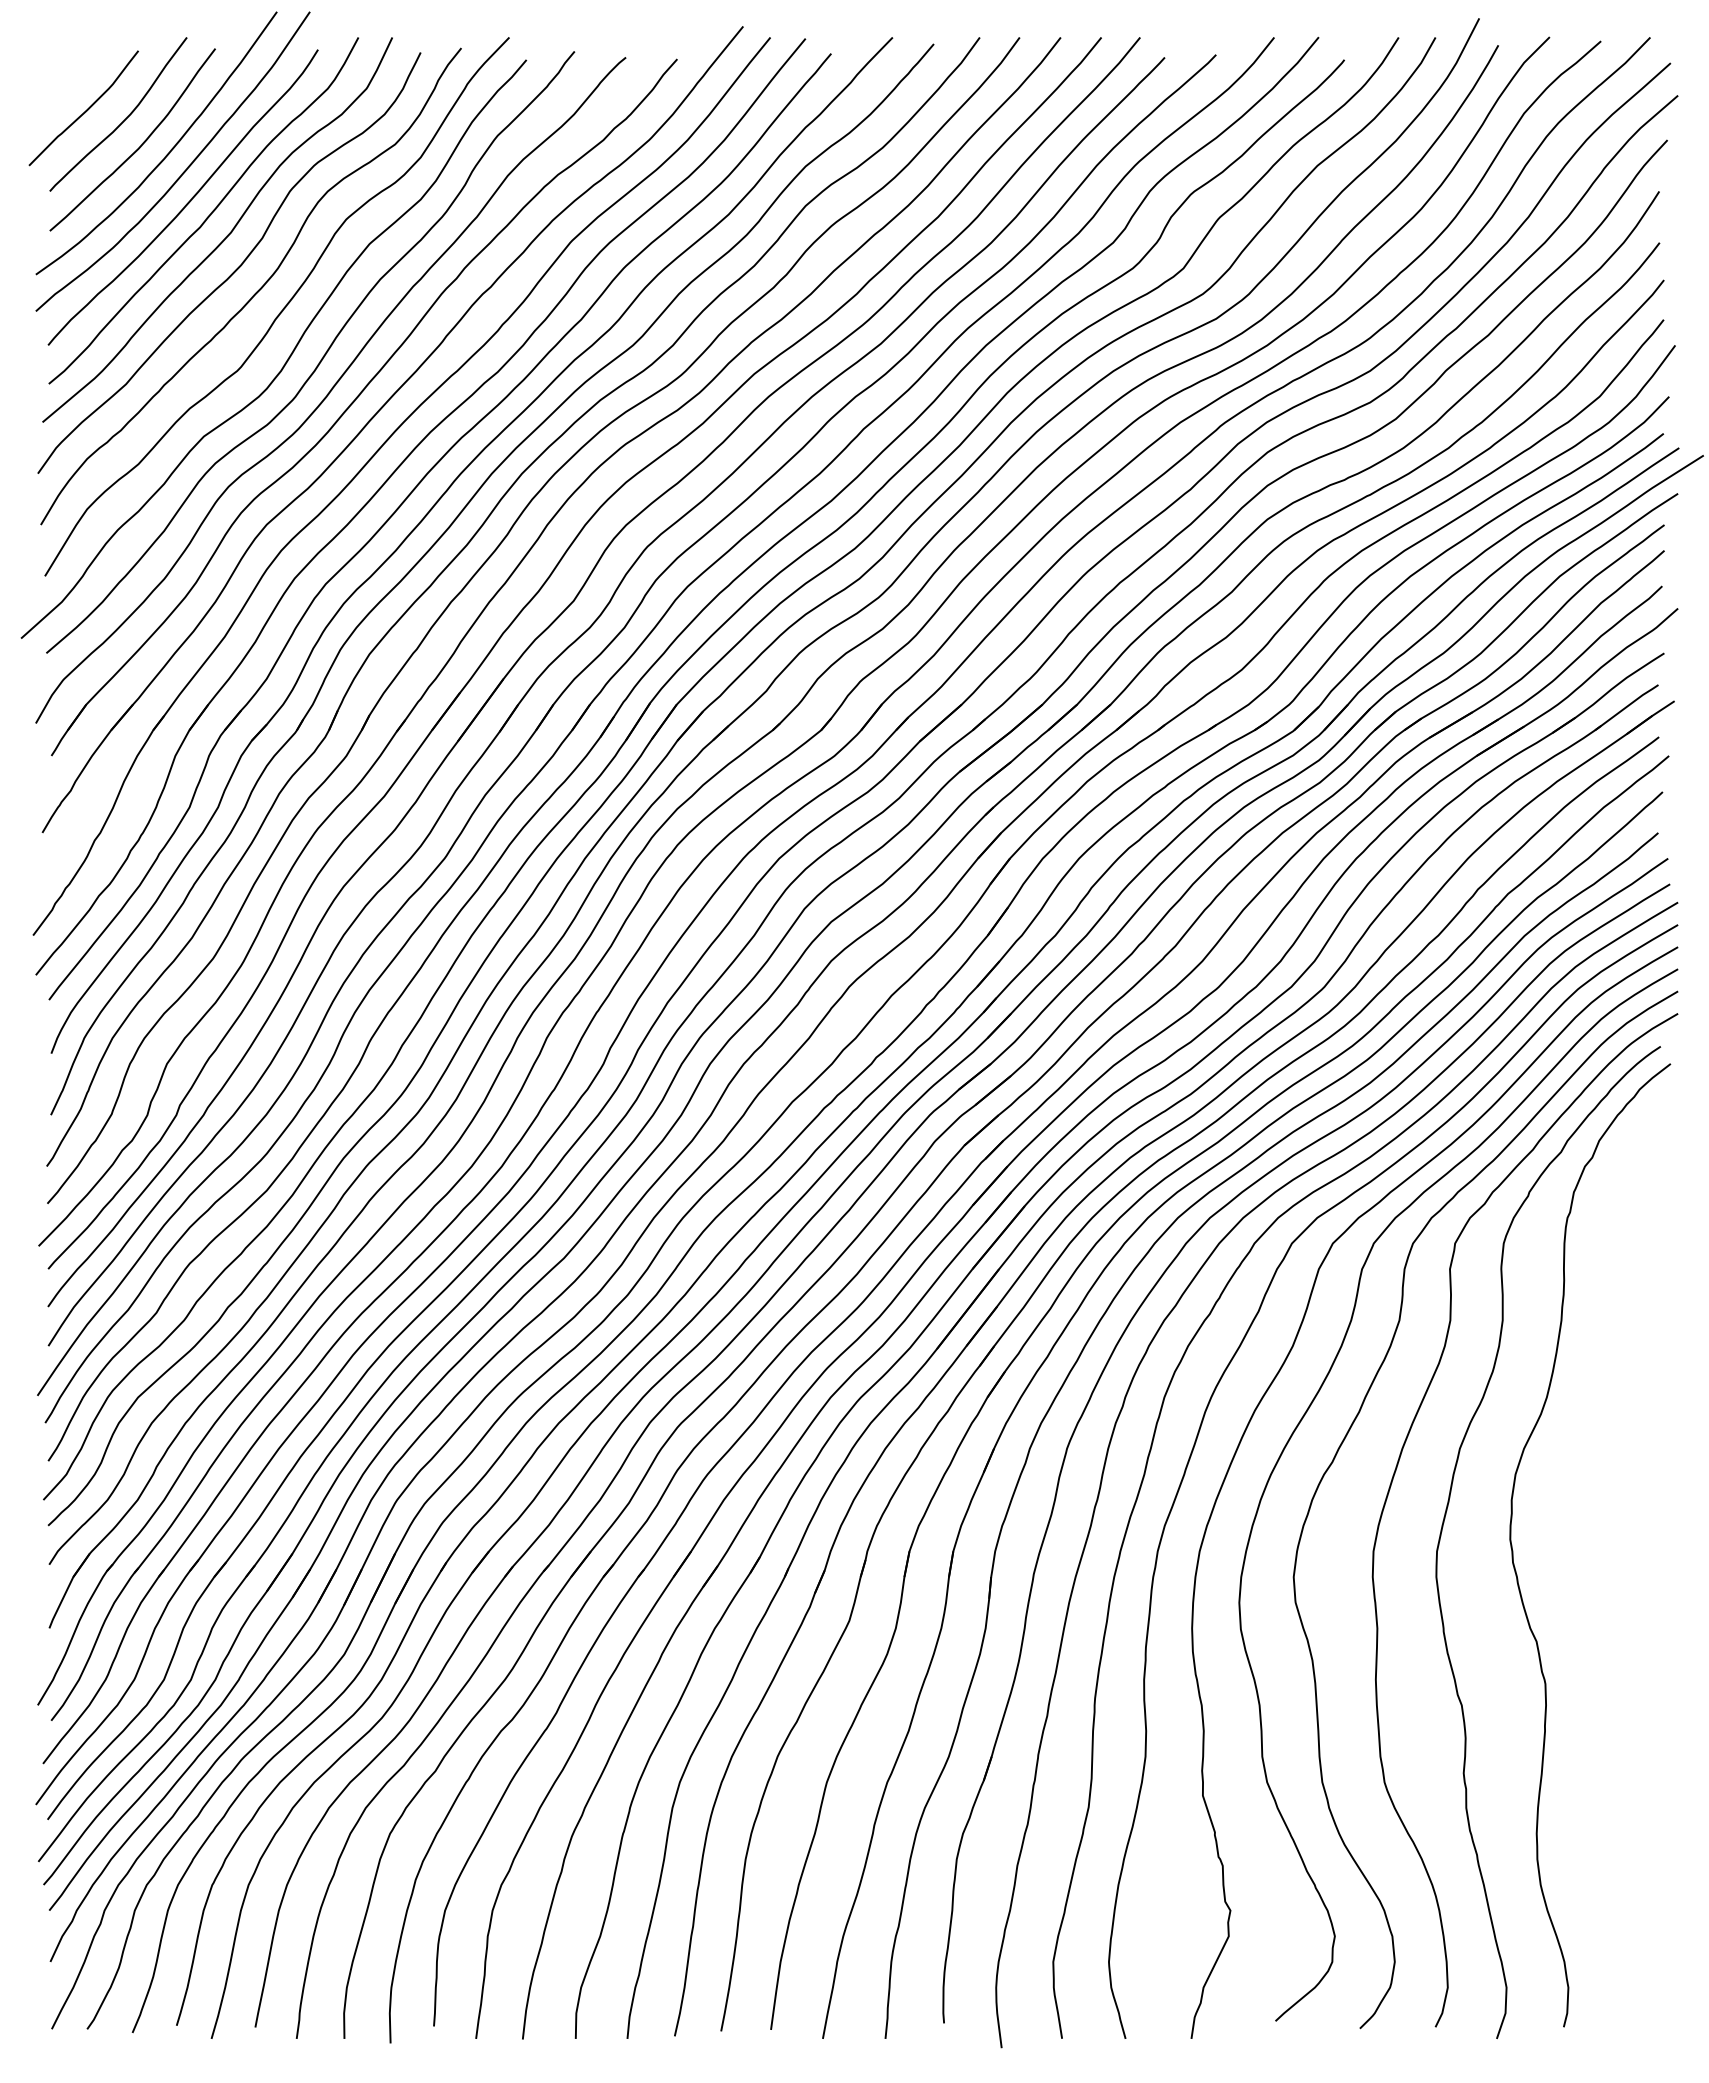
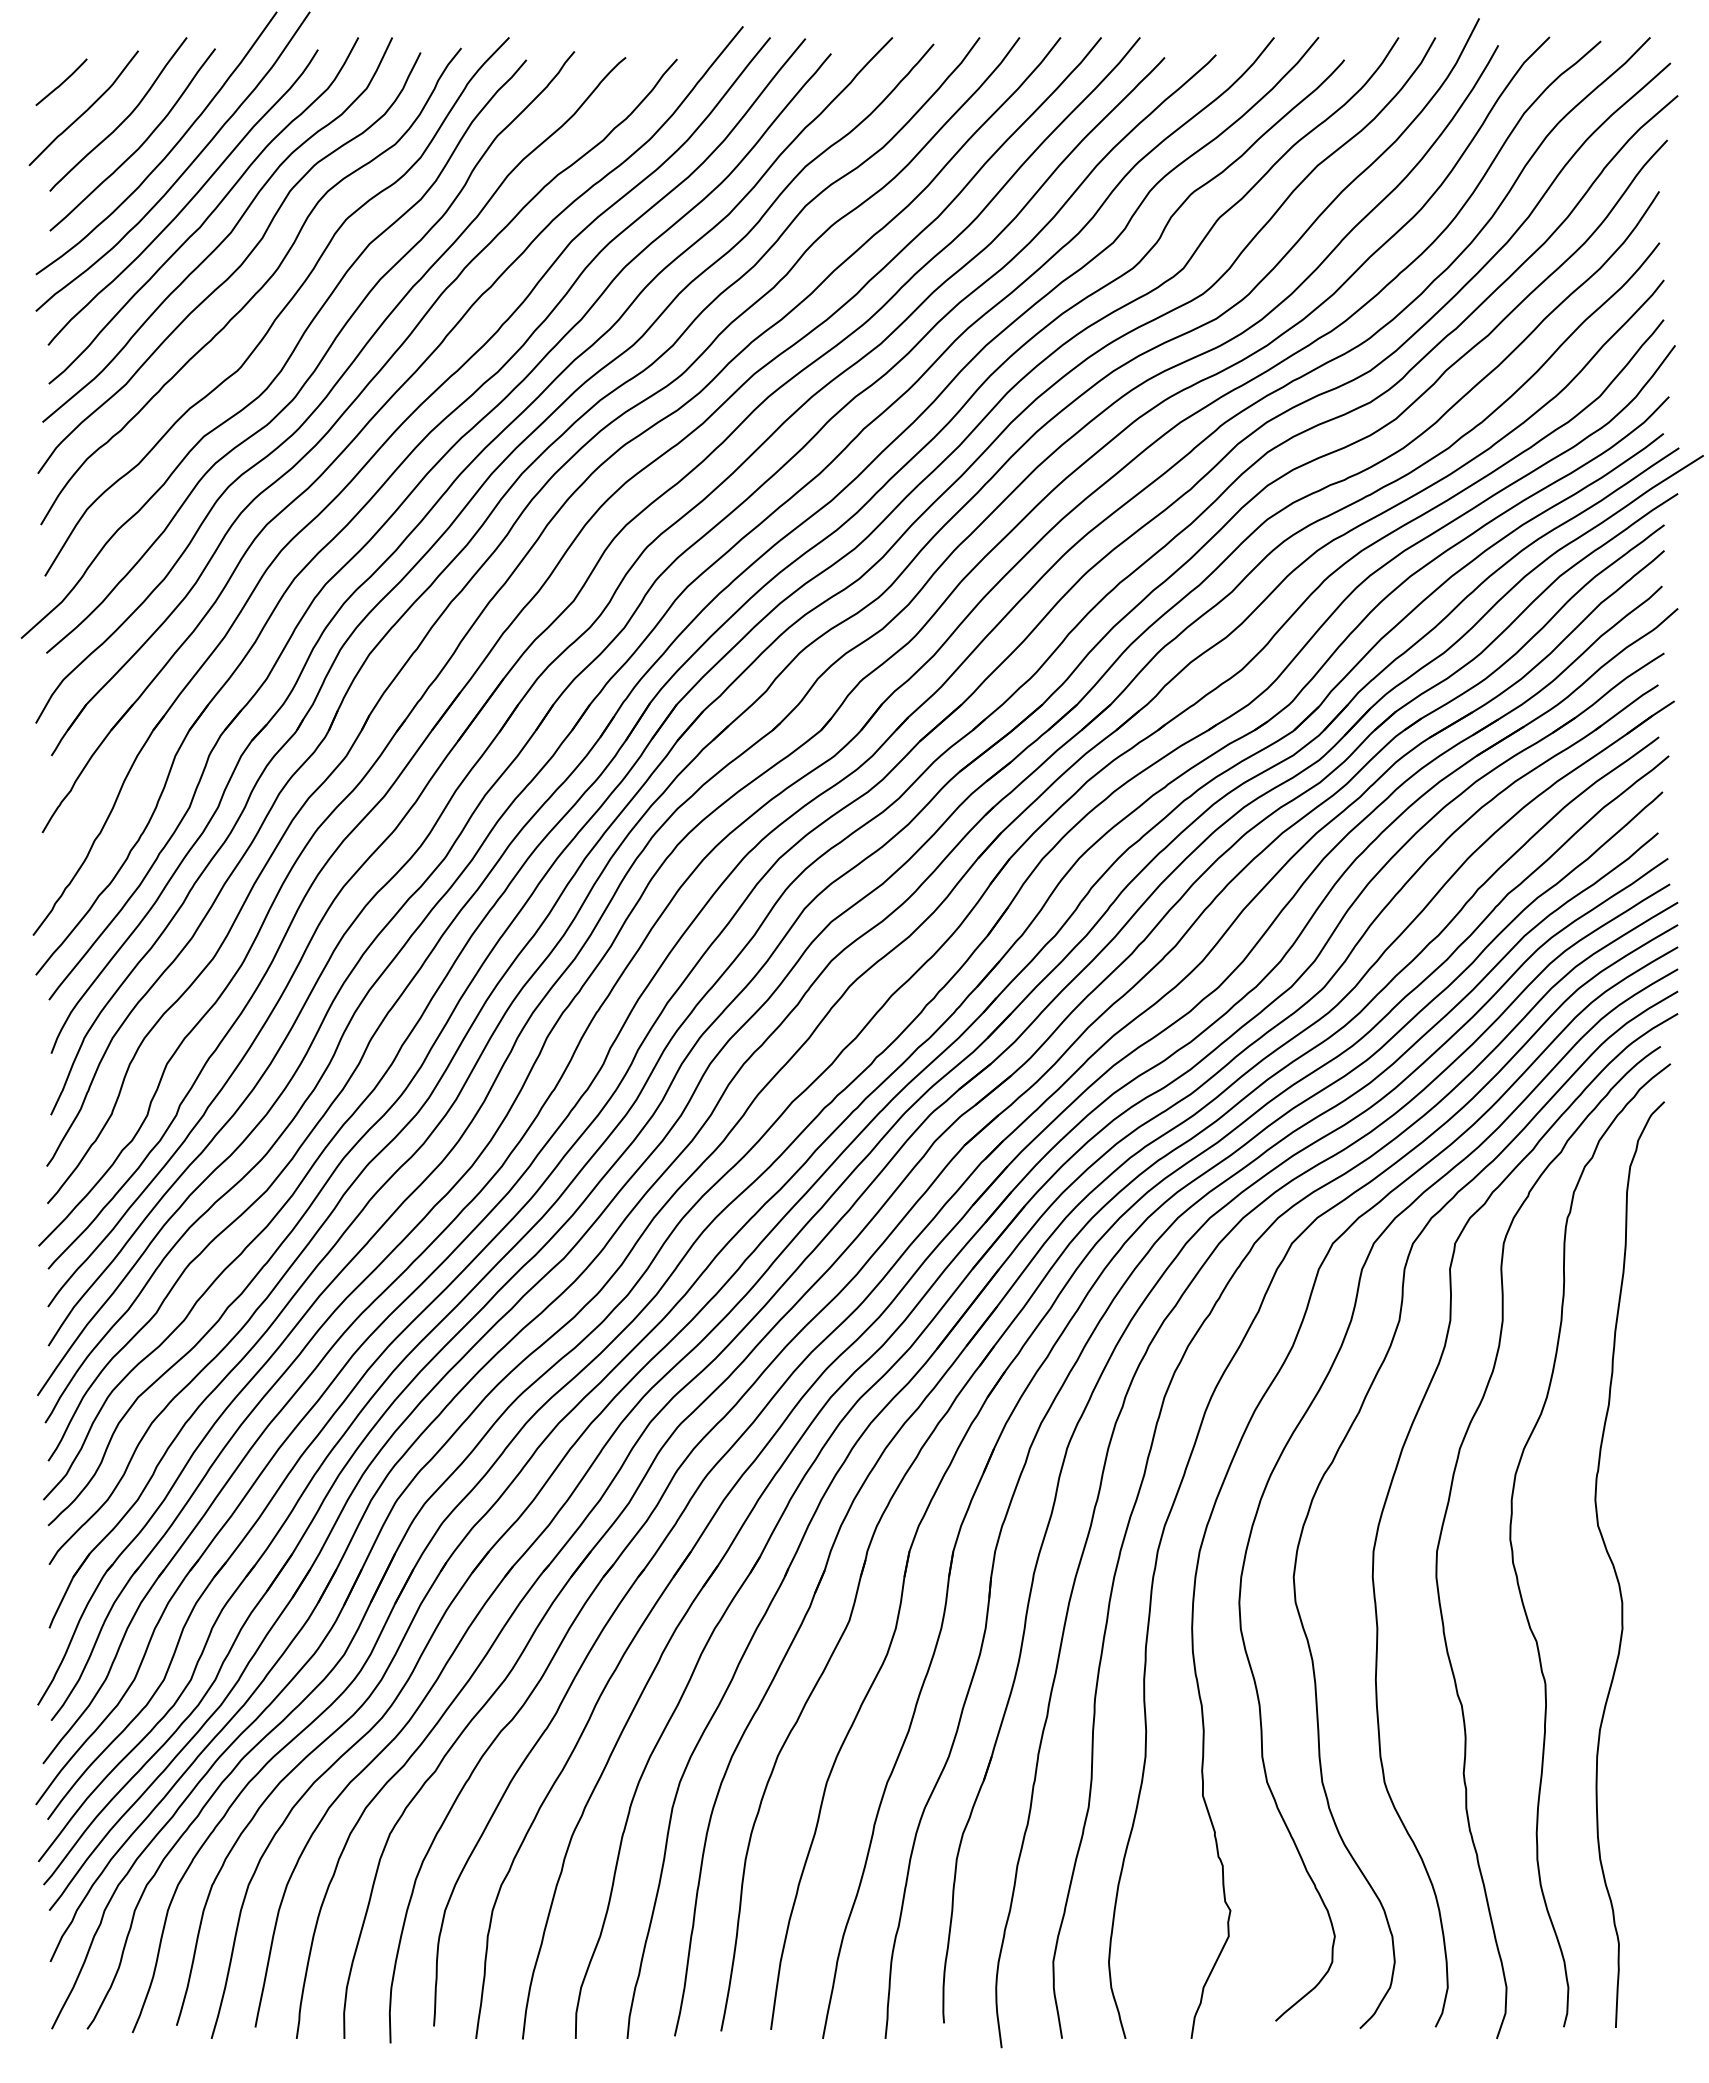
curve at (62, 81): none -> present
curve at (1615, 1568): none -> present
